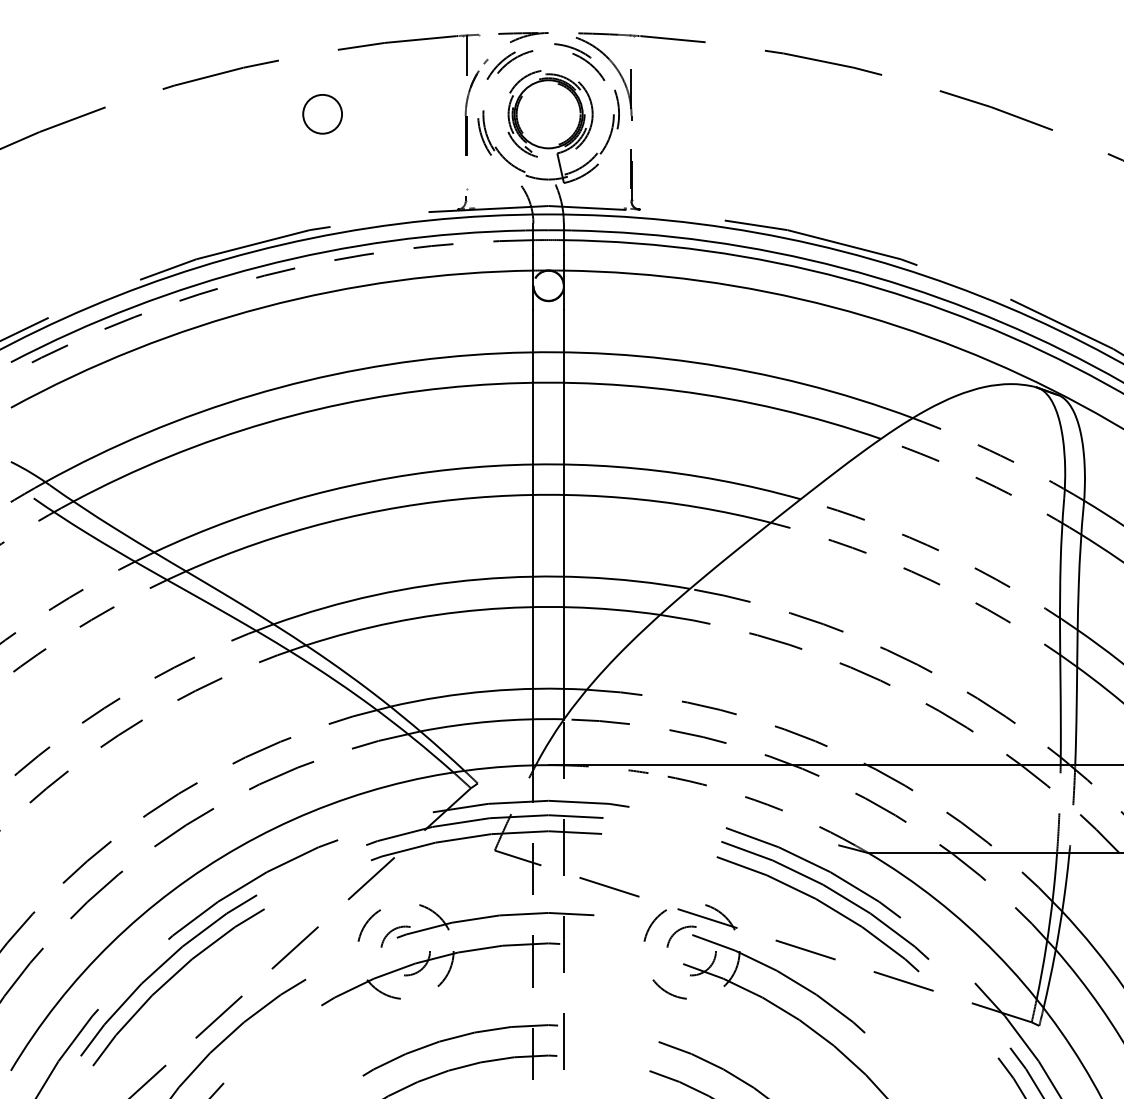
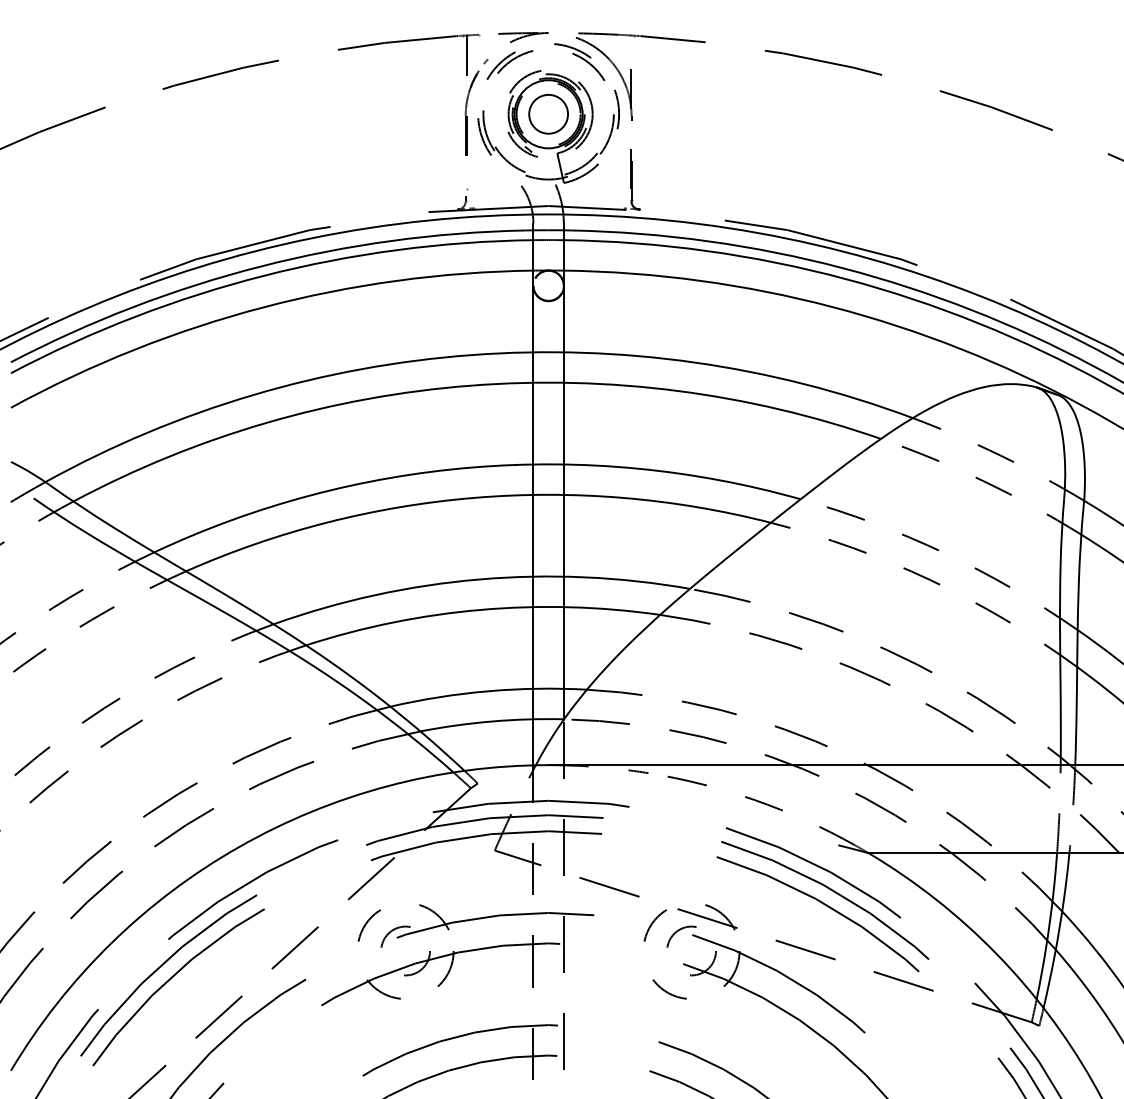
circle at (322, 114) position: (322, 114) -> (548, 114)
arc at (264, 275): dashed -> solid
